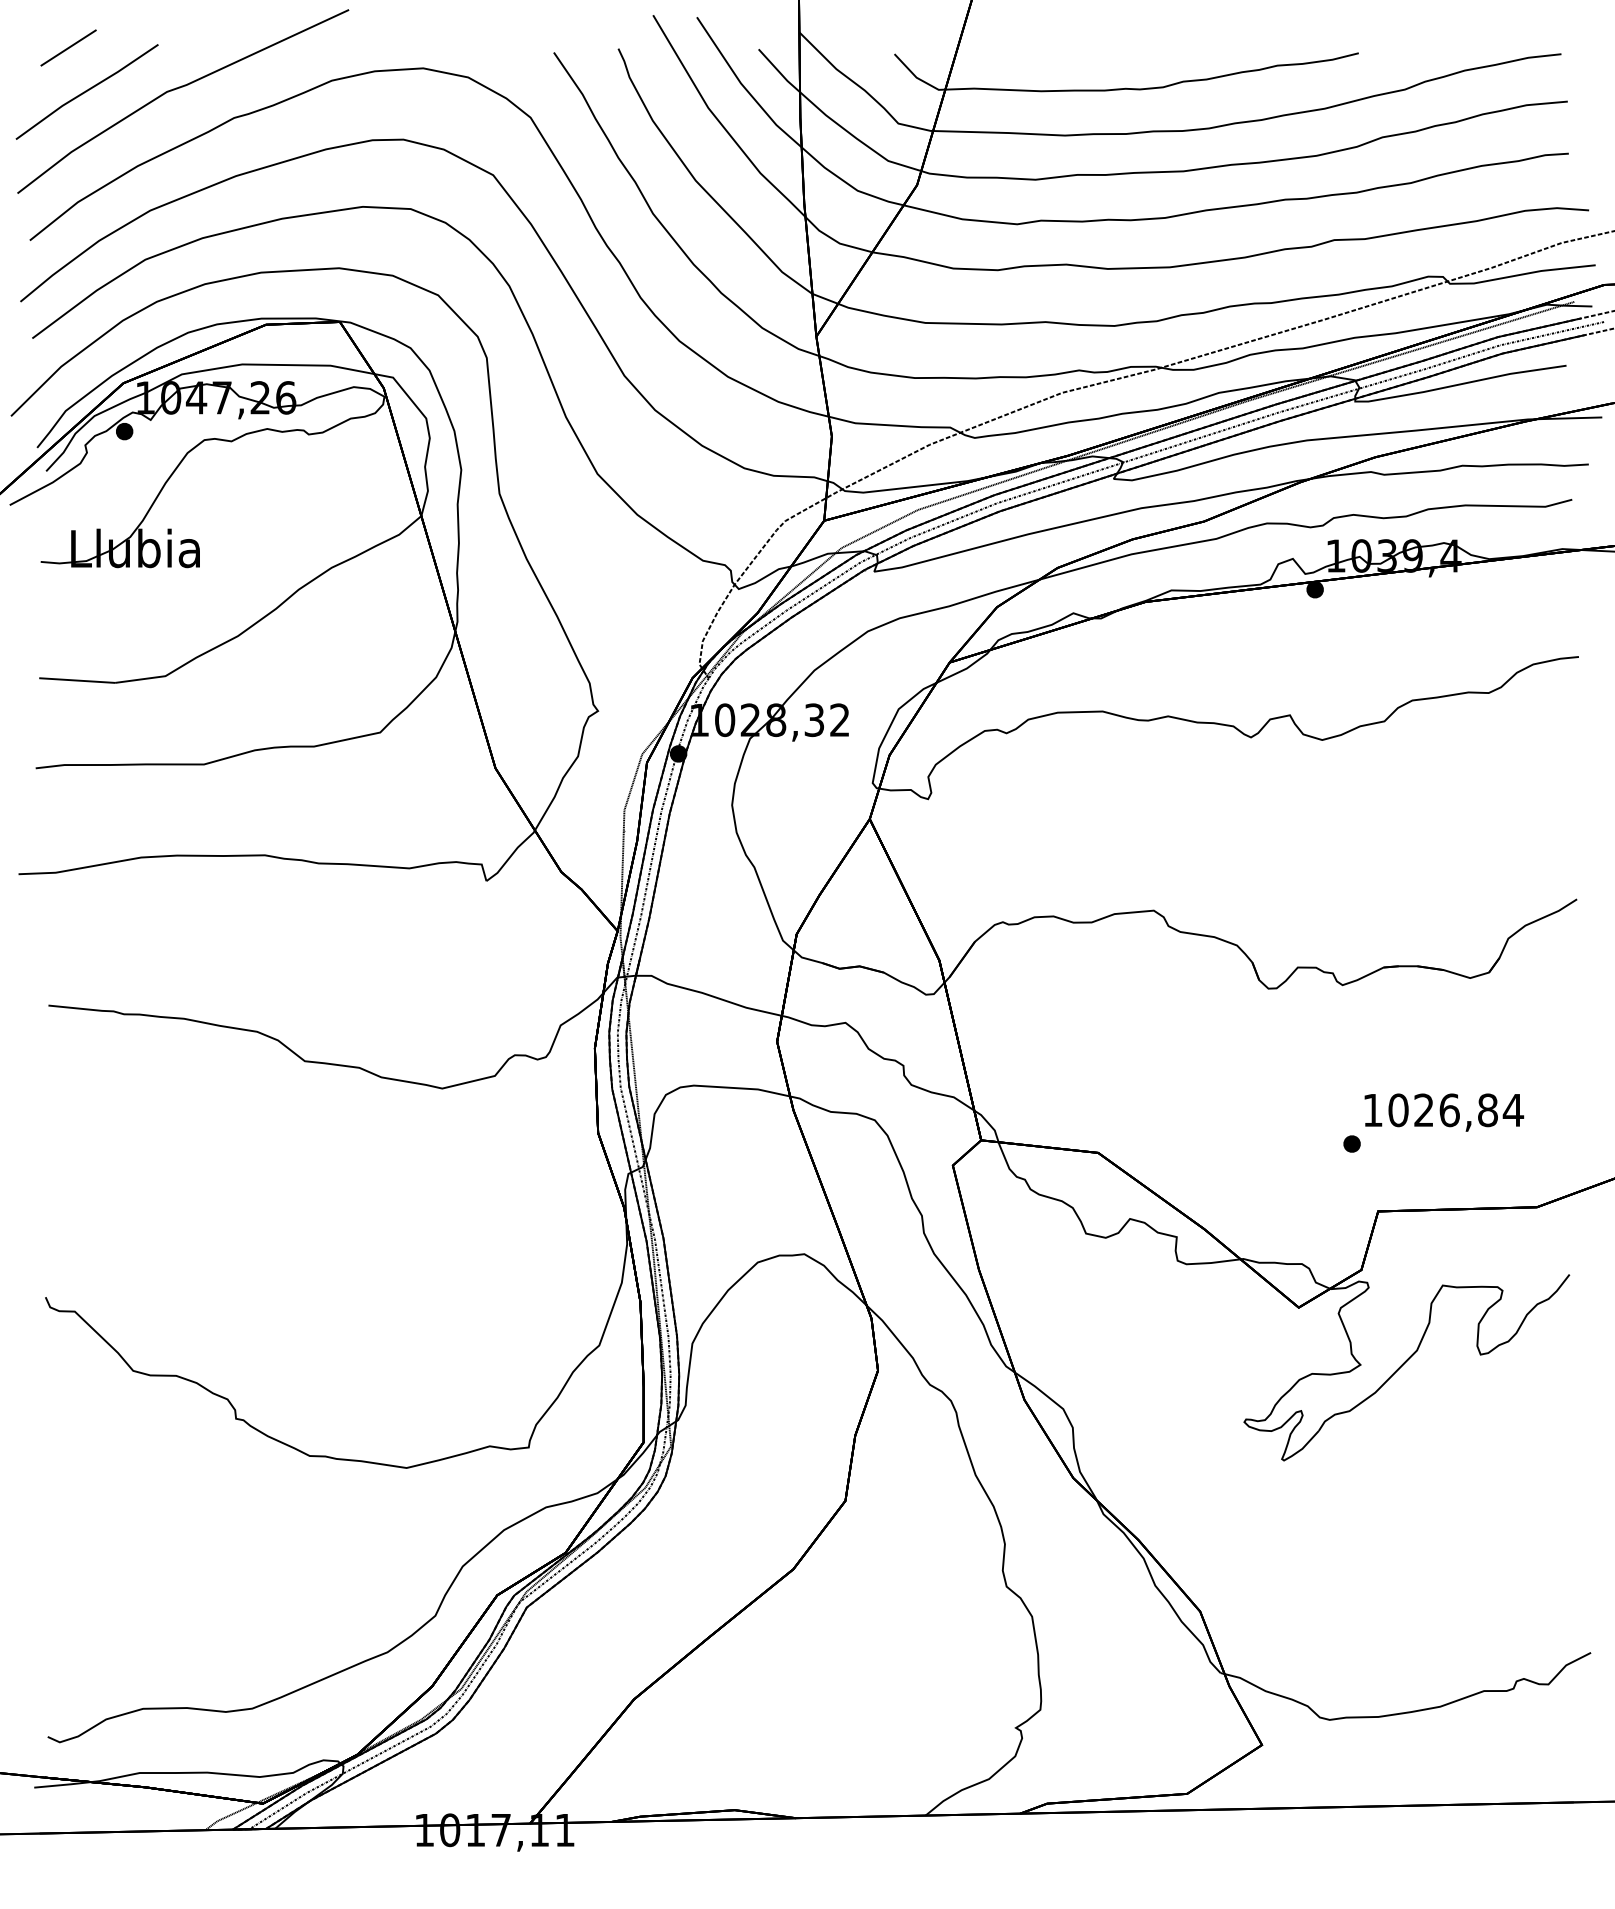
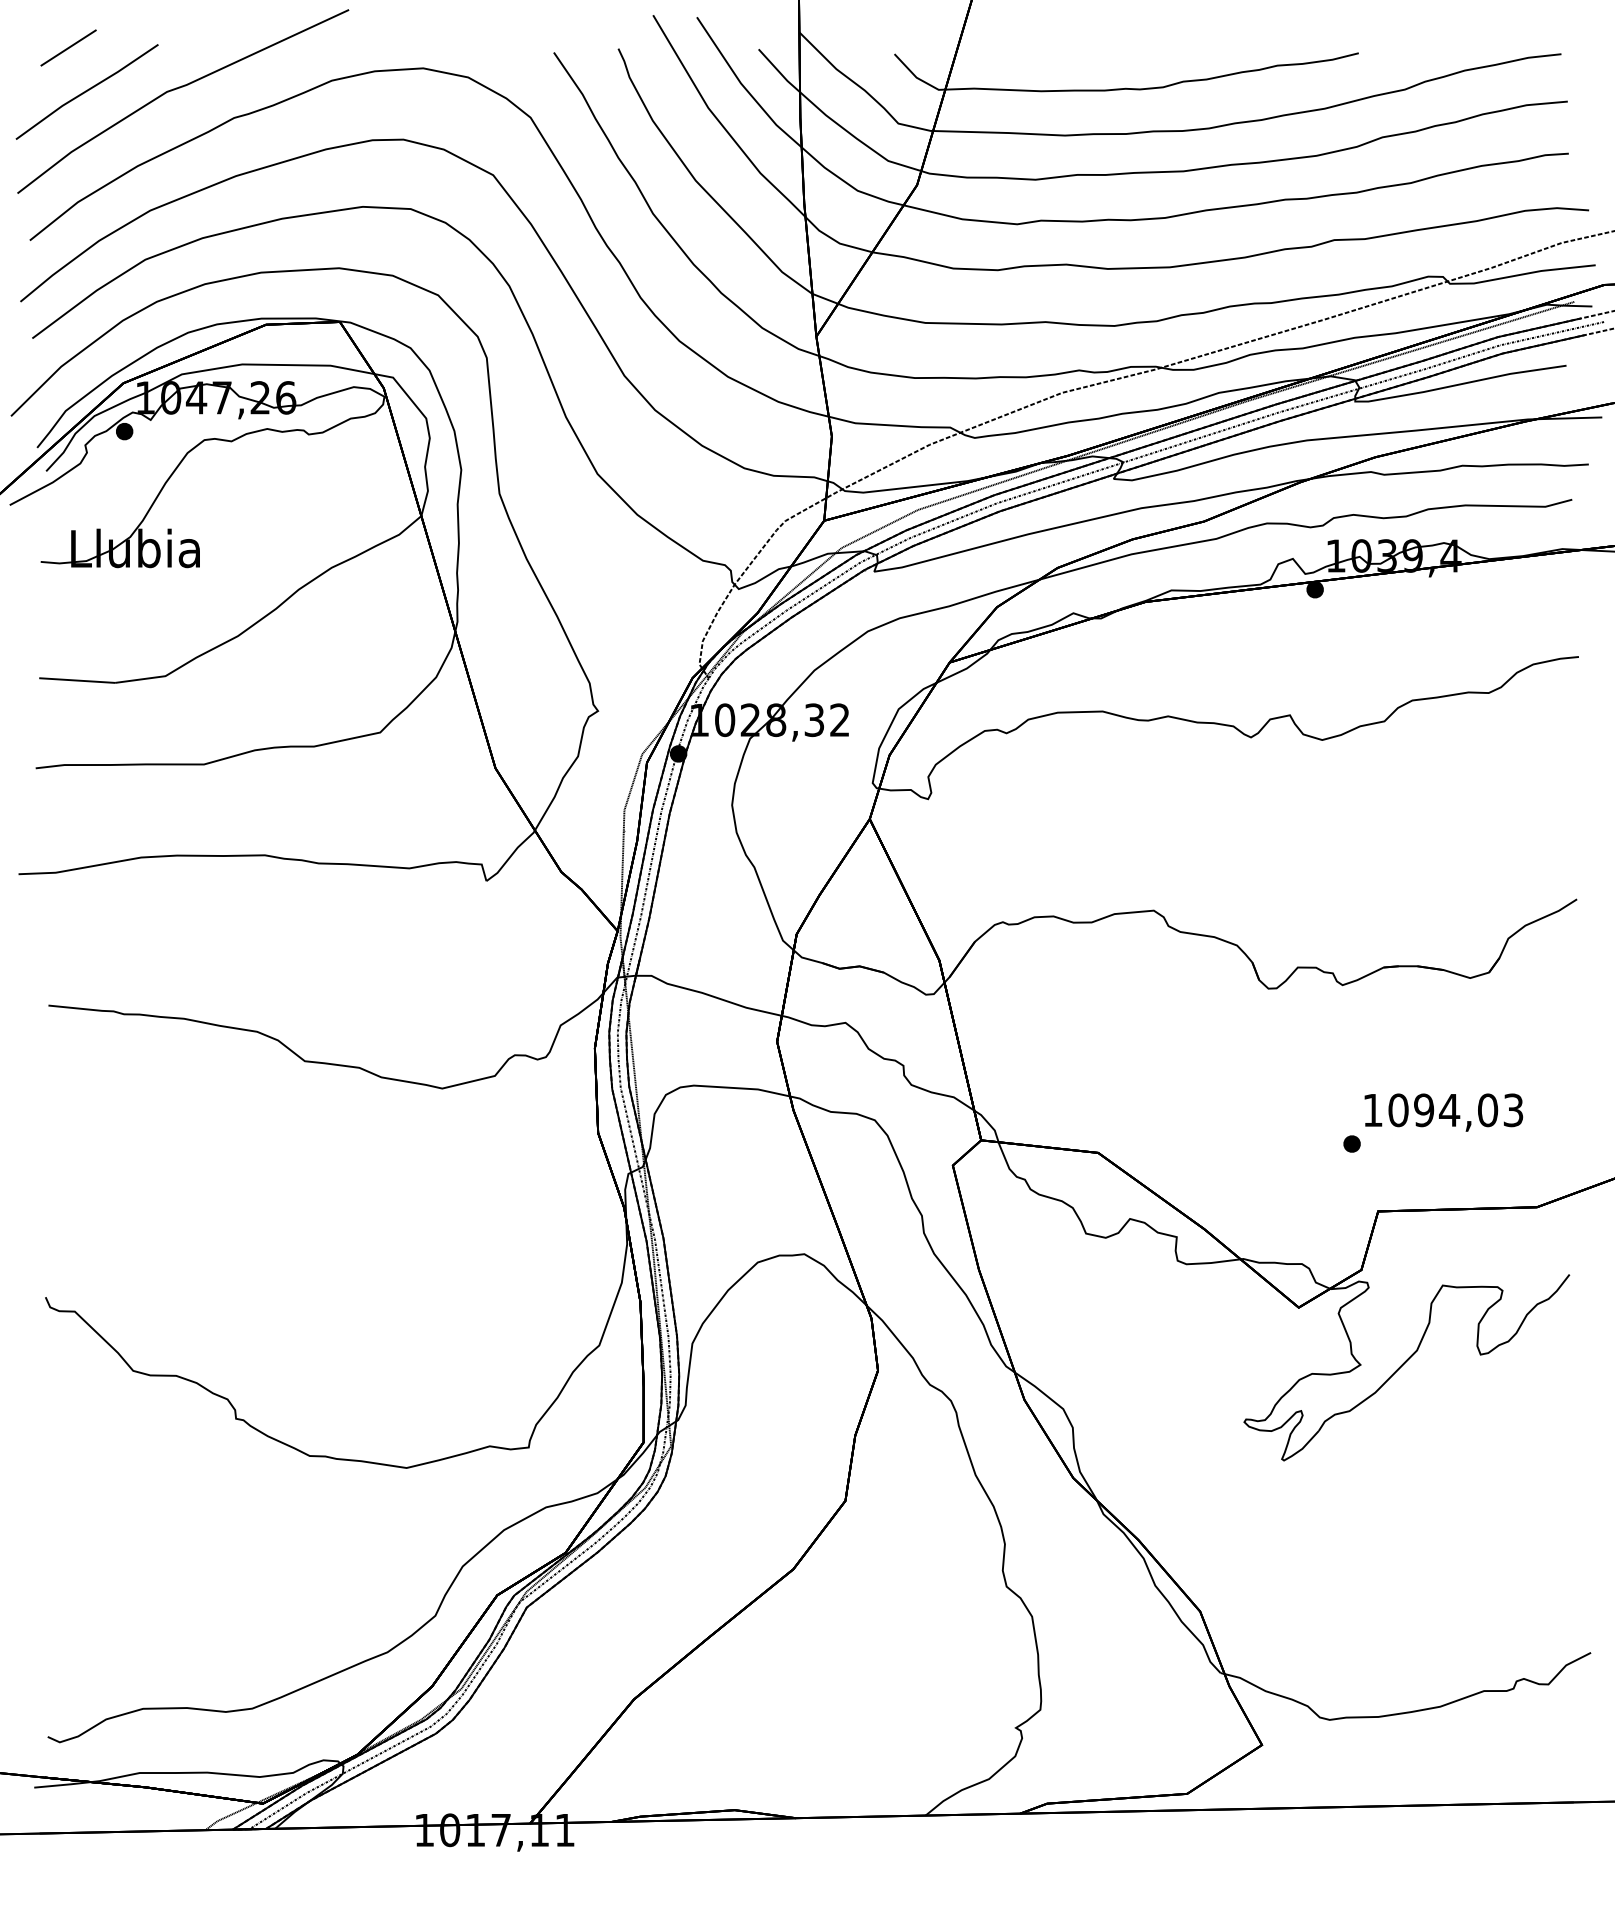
text at (1469, 1110): 1026,84 -> 1094,03
